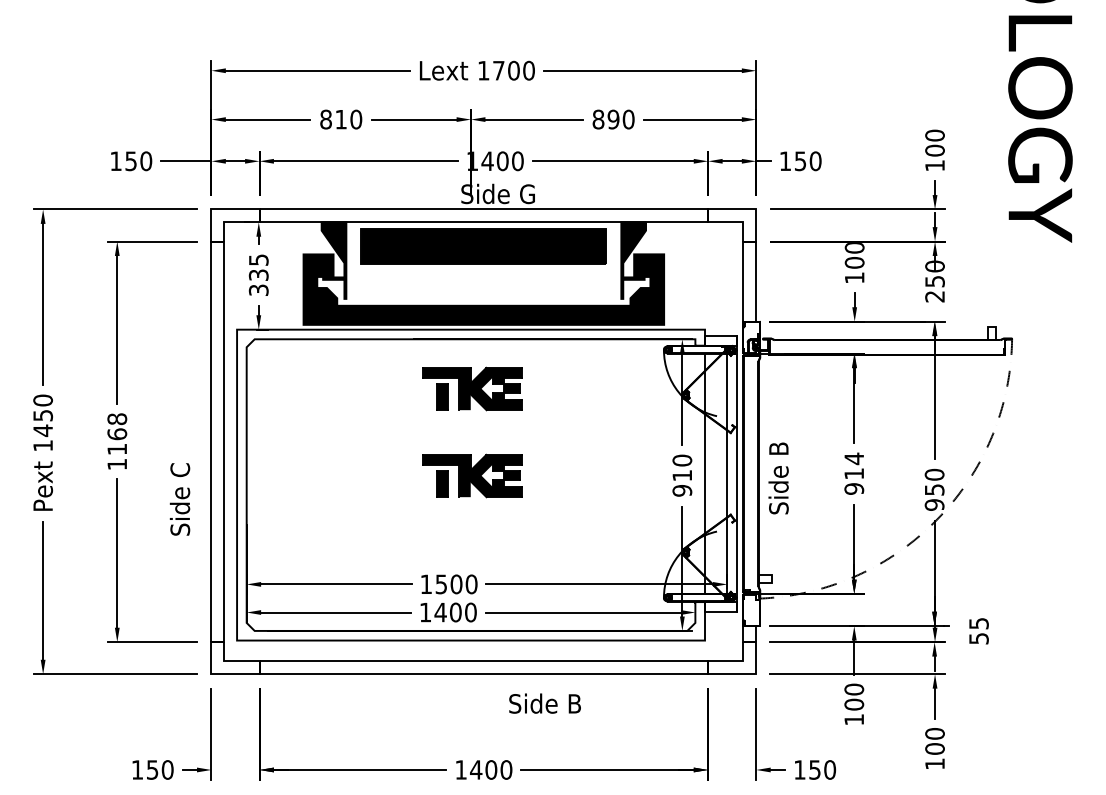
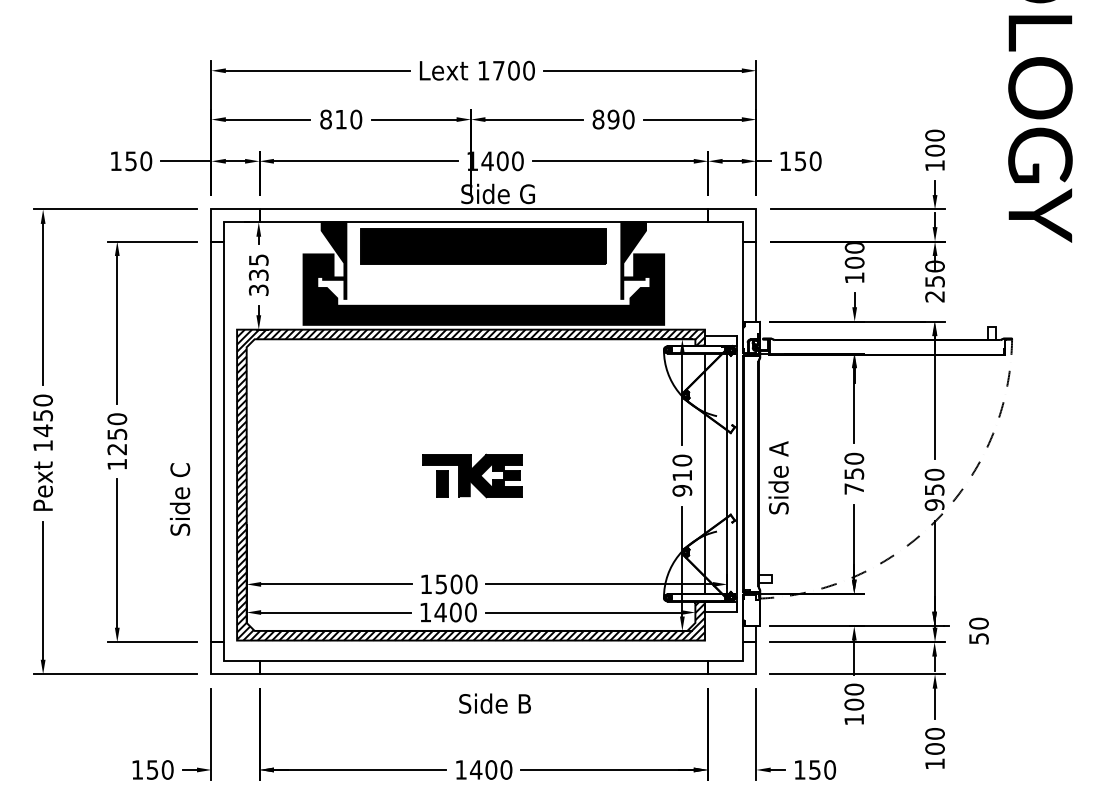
part at (472, 388): present -> none
text at (117, 434): 1168 -> 1250
text at (778, 448): Side B -> Side A
text at (854, 473): 914 -> 750
hatch at (470, 484): none -> present
text at (978, 623): 55 -> 50
text at (544, 703) position: (544, 703) -> (494, 703)
